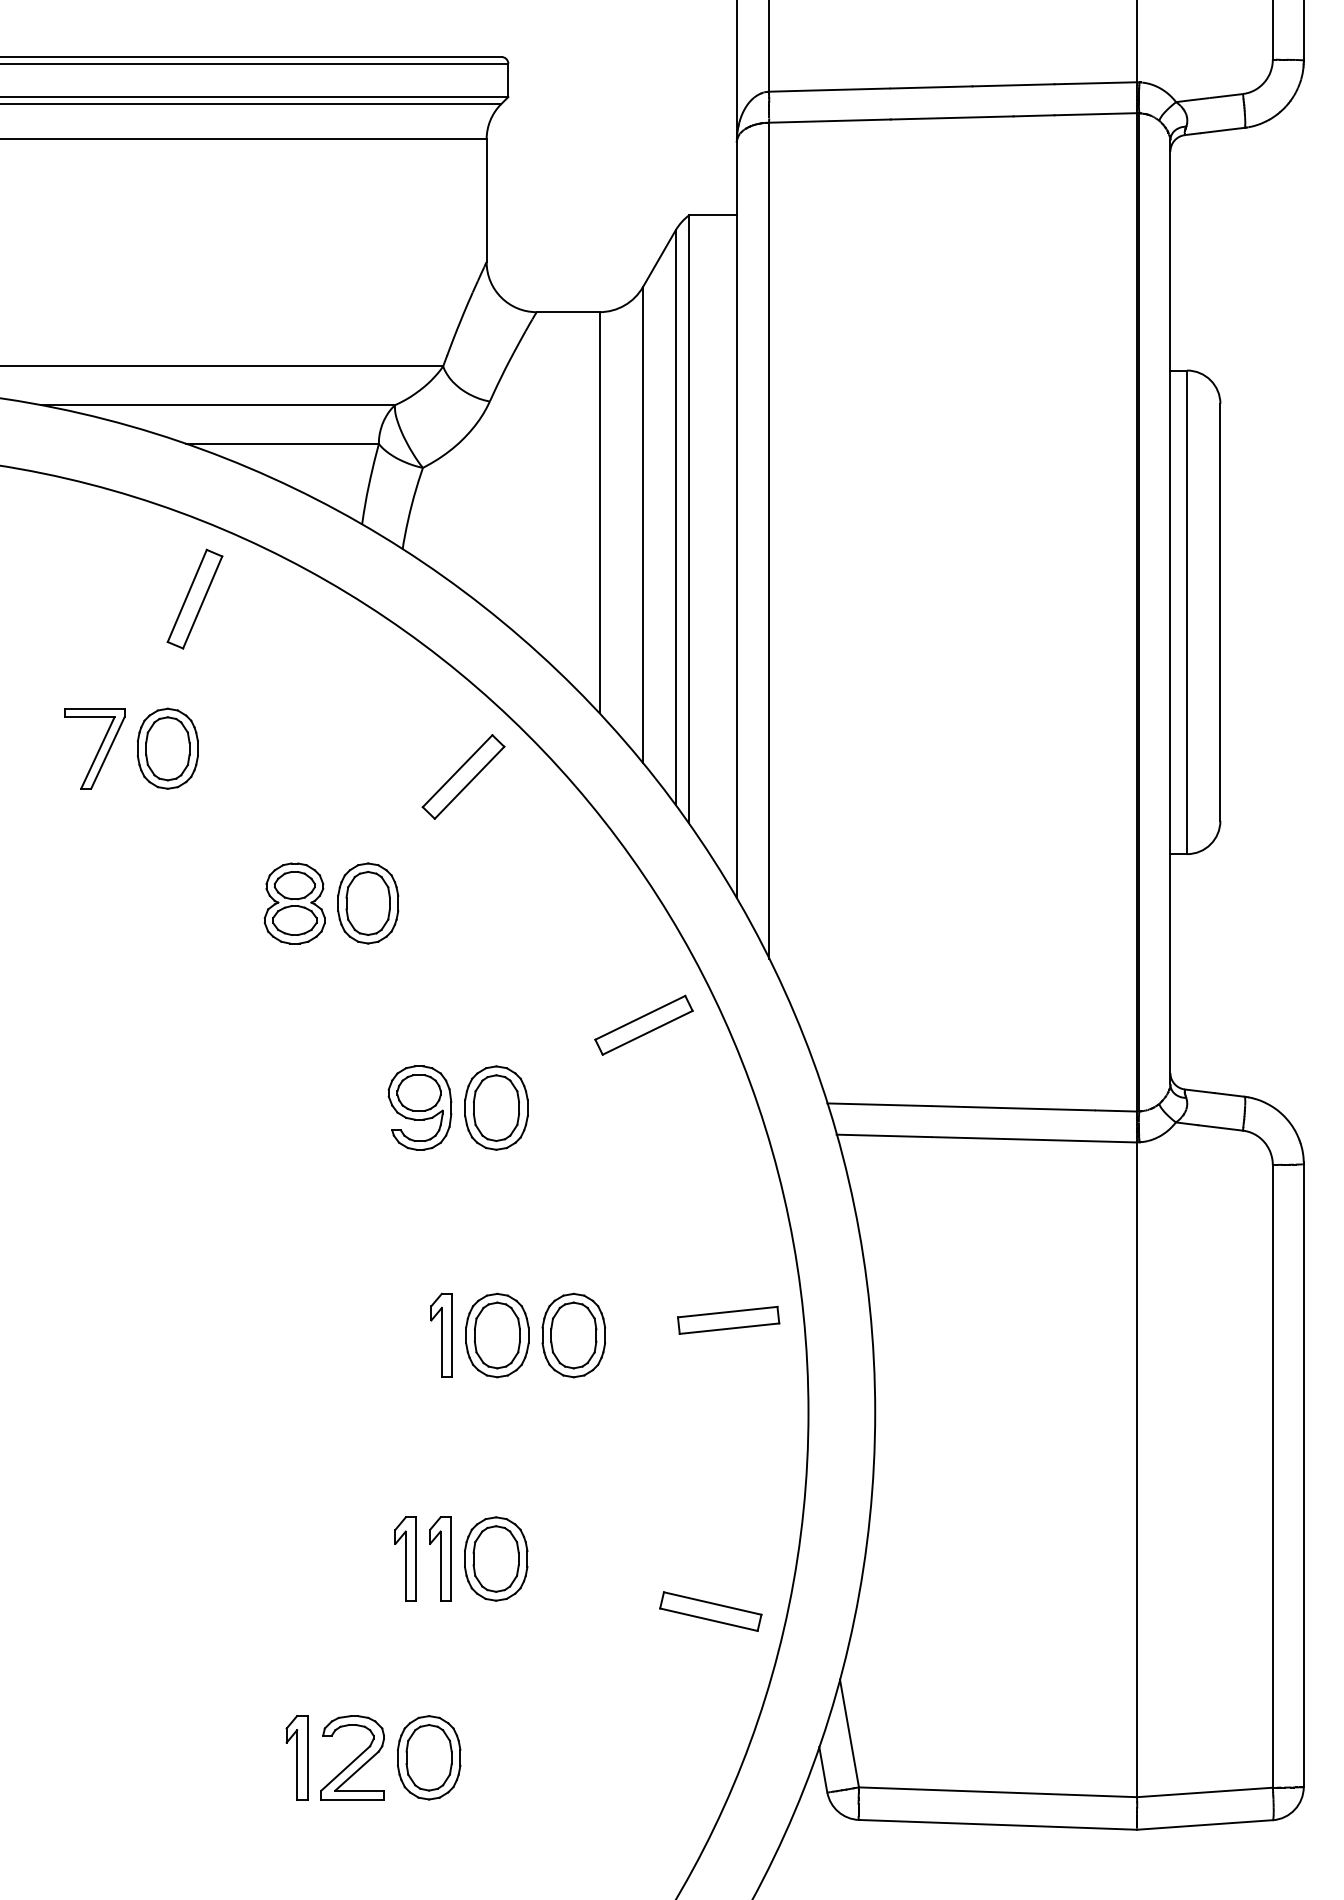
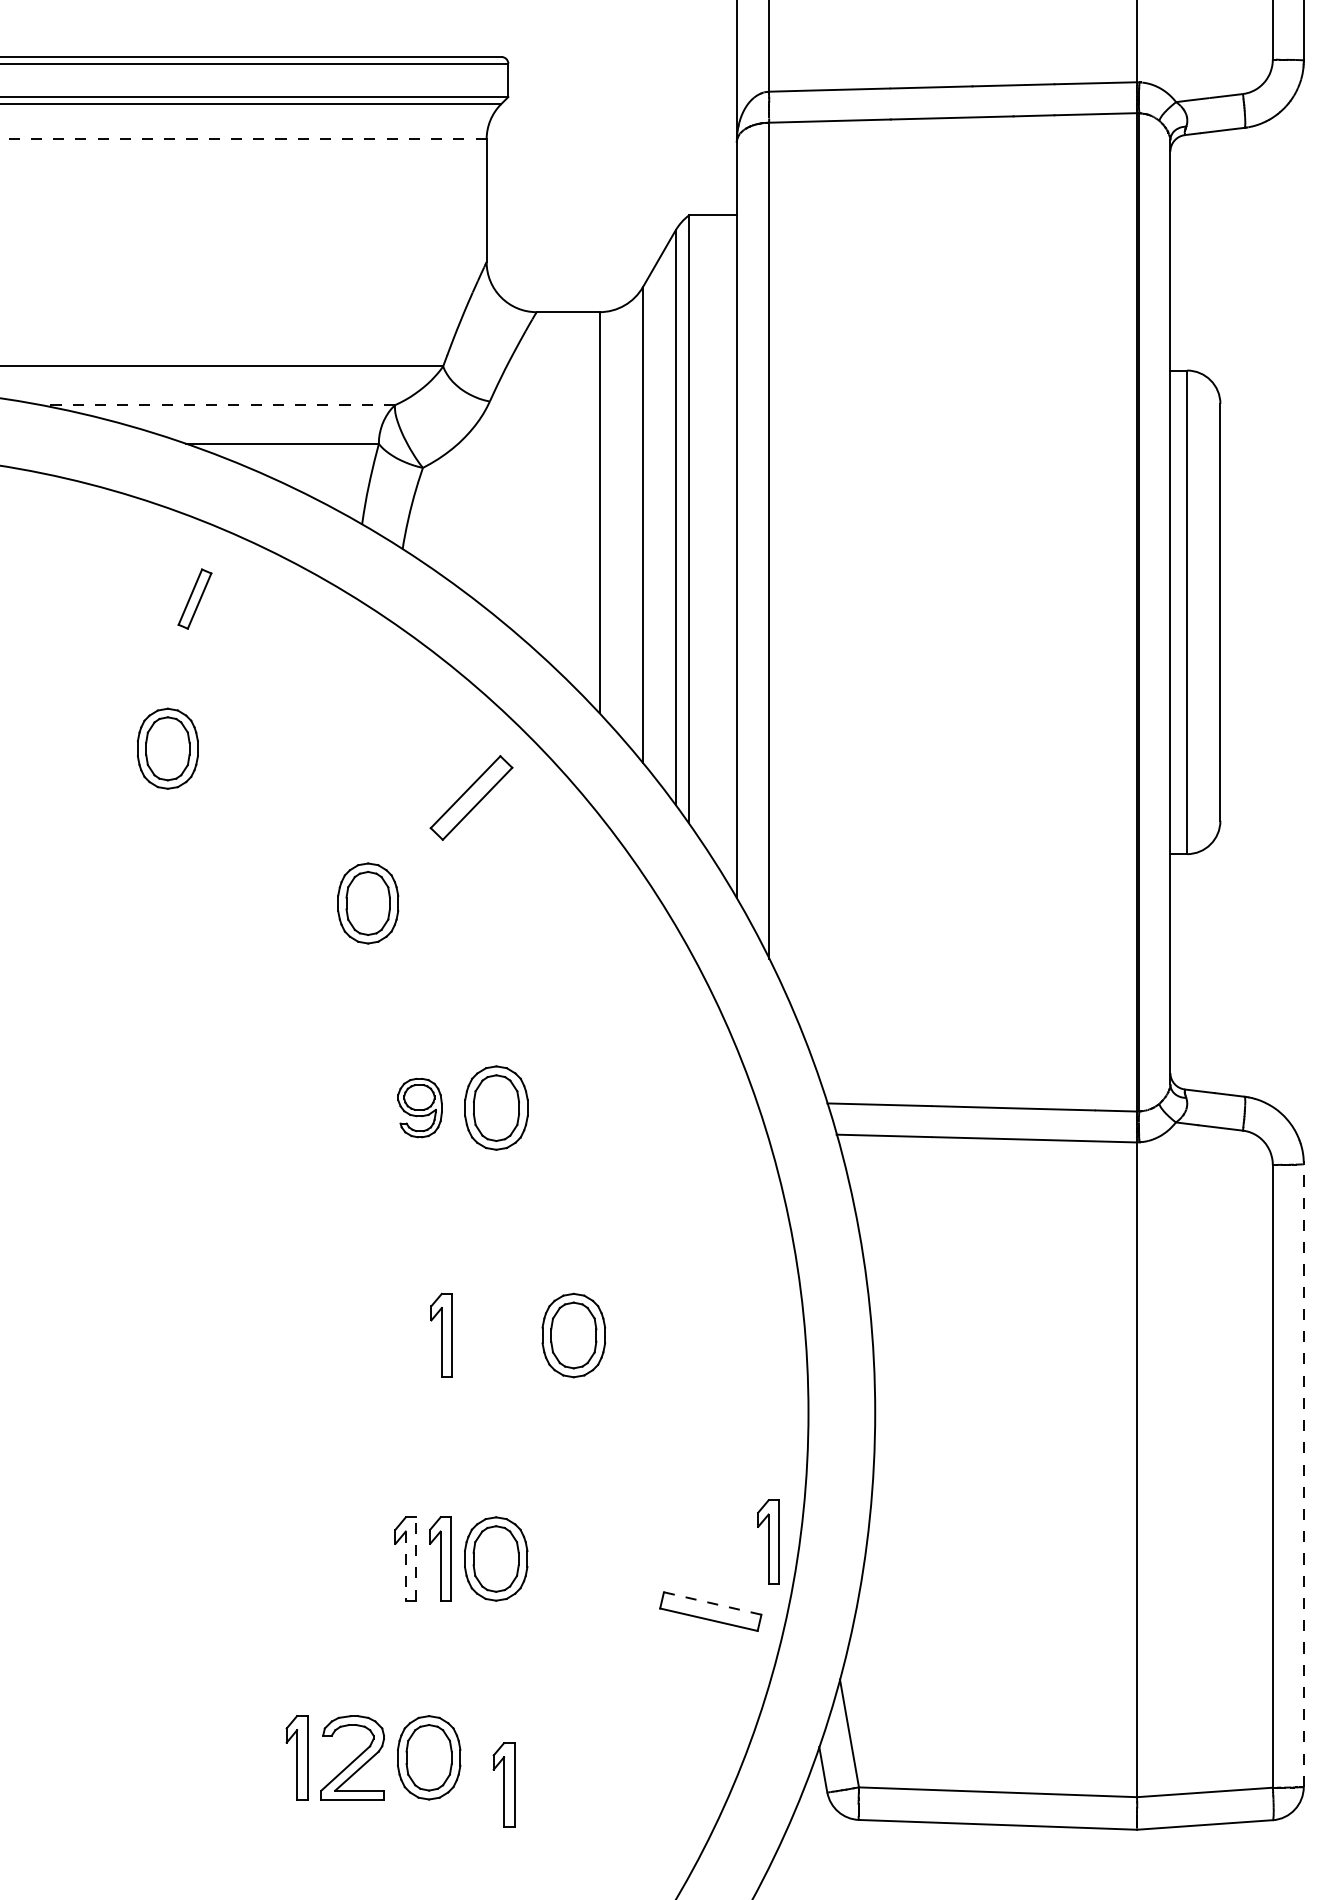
line at (243, 139): solid -> dashed
line at (217, 405): solid -> dashed
part at (194, 598) size: 58x102 px -> 36x62 px
part at (94, 748): present -> none
part at (463, 776) position: (463, 776) -> (471, 797)
part at (294, 903): present -> none
part at (643, 1024): present -> none
part at (419, 1107) size: 66x86 px -> 46x62 px
part at (728, 1319): present -> none
part at (497, 1335): present -> none
line at (1303, 1475): solid -> dashed
part at (768, 1541): none -> present
line at (416, 1559): solid -> dashed
line at (405, 1566): solid -> dashed
line at (712, 1603): solid -> dashed
part at (503, 1784): none -> present
